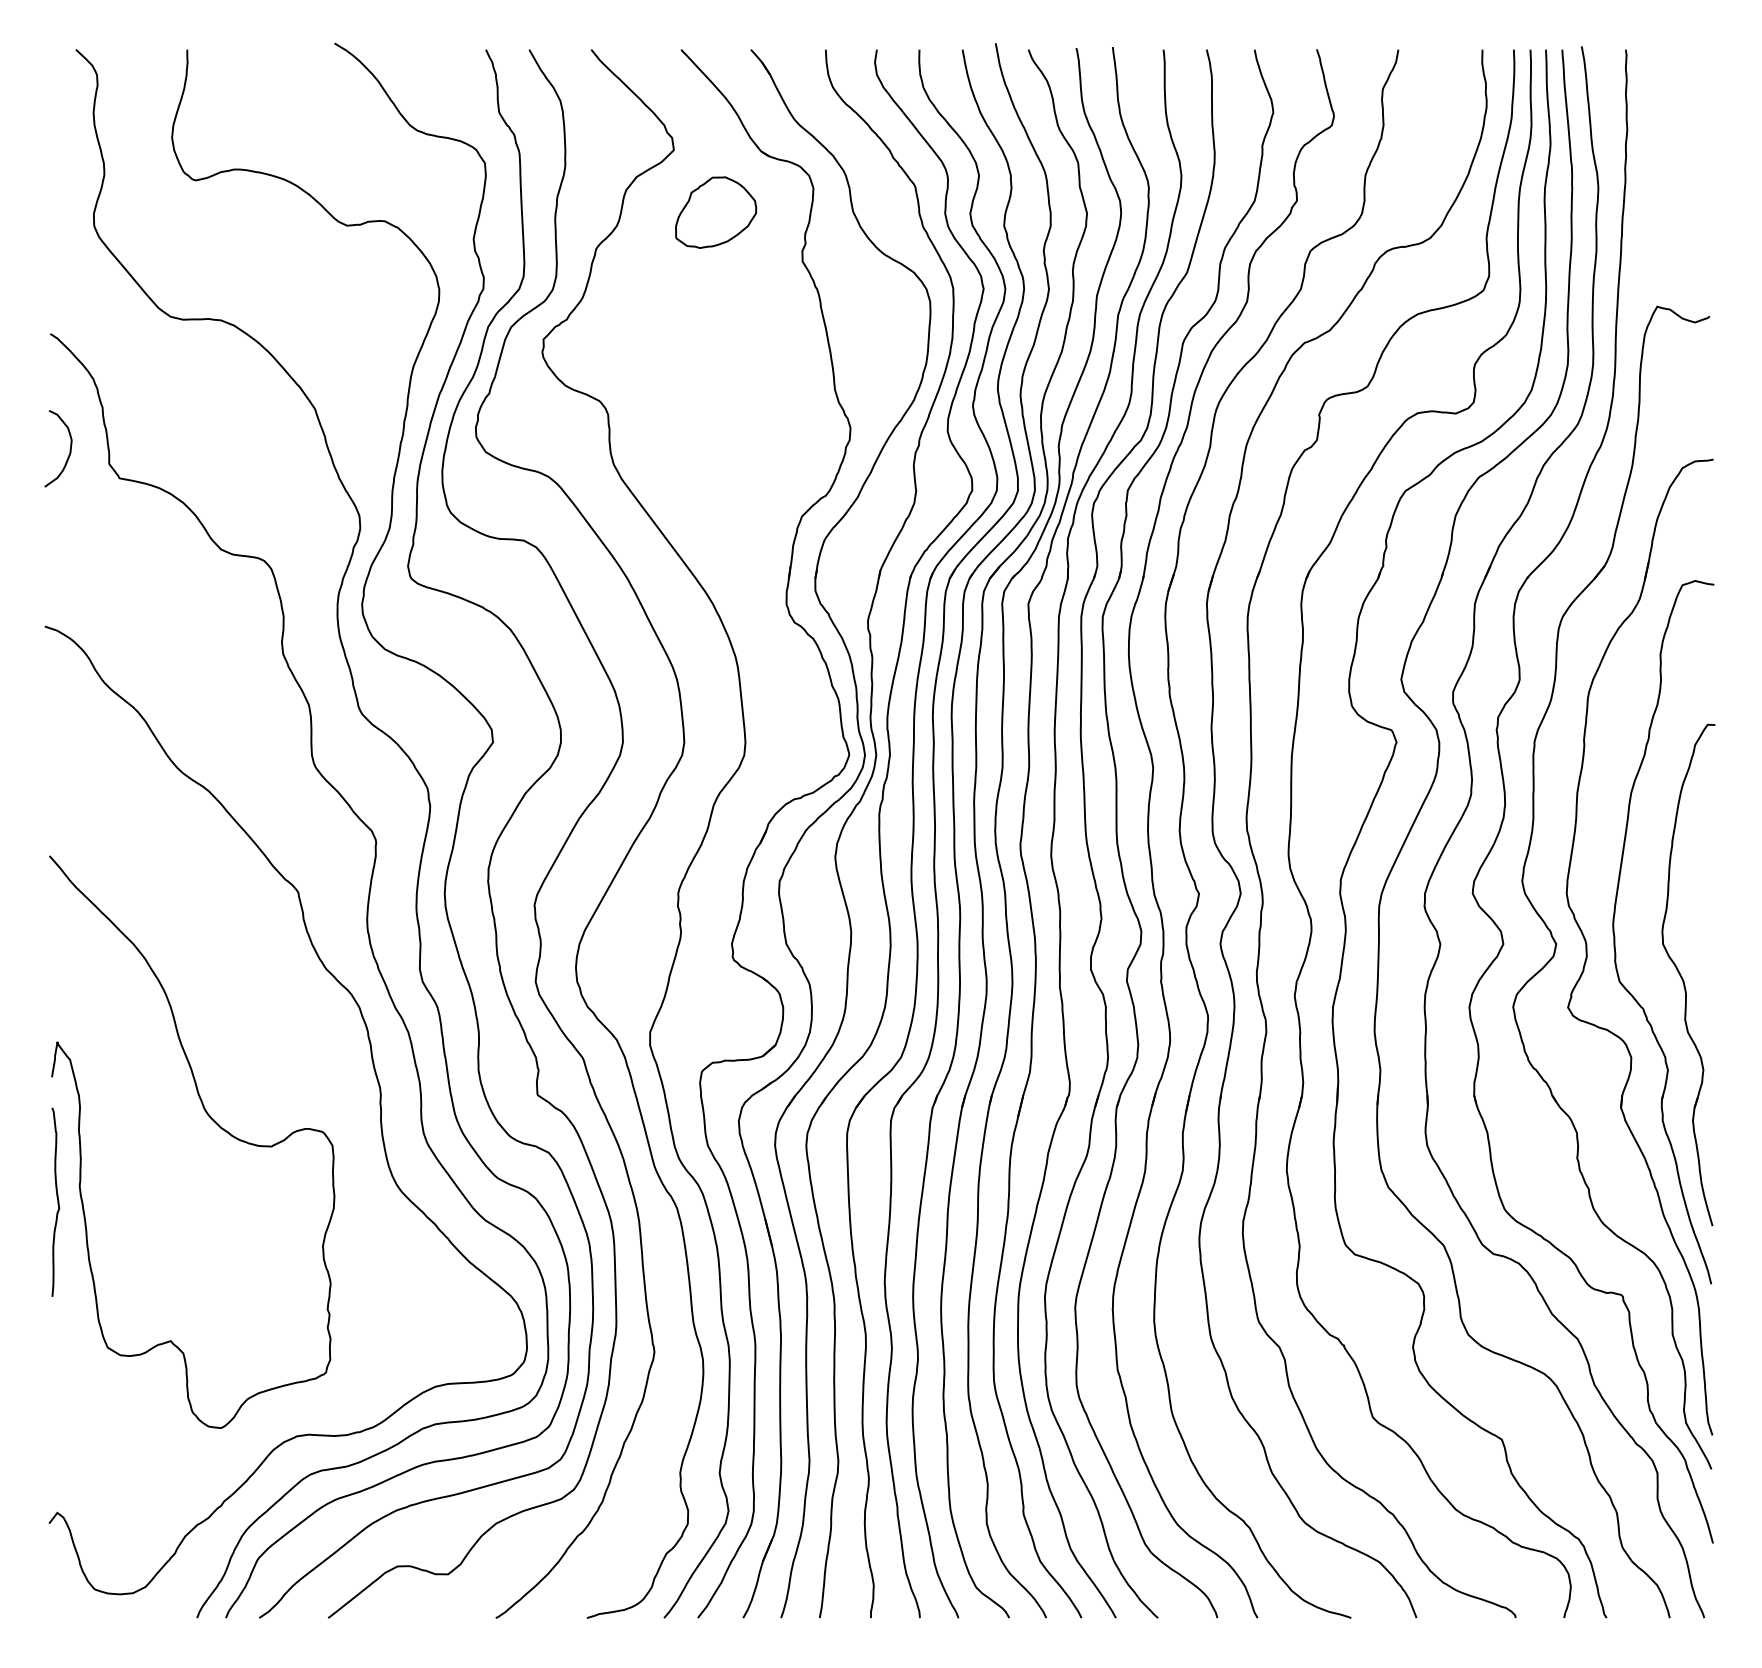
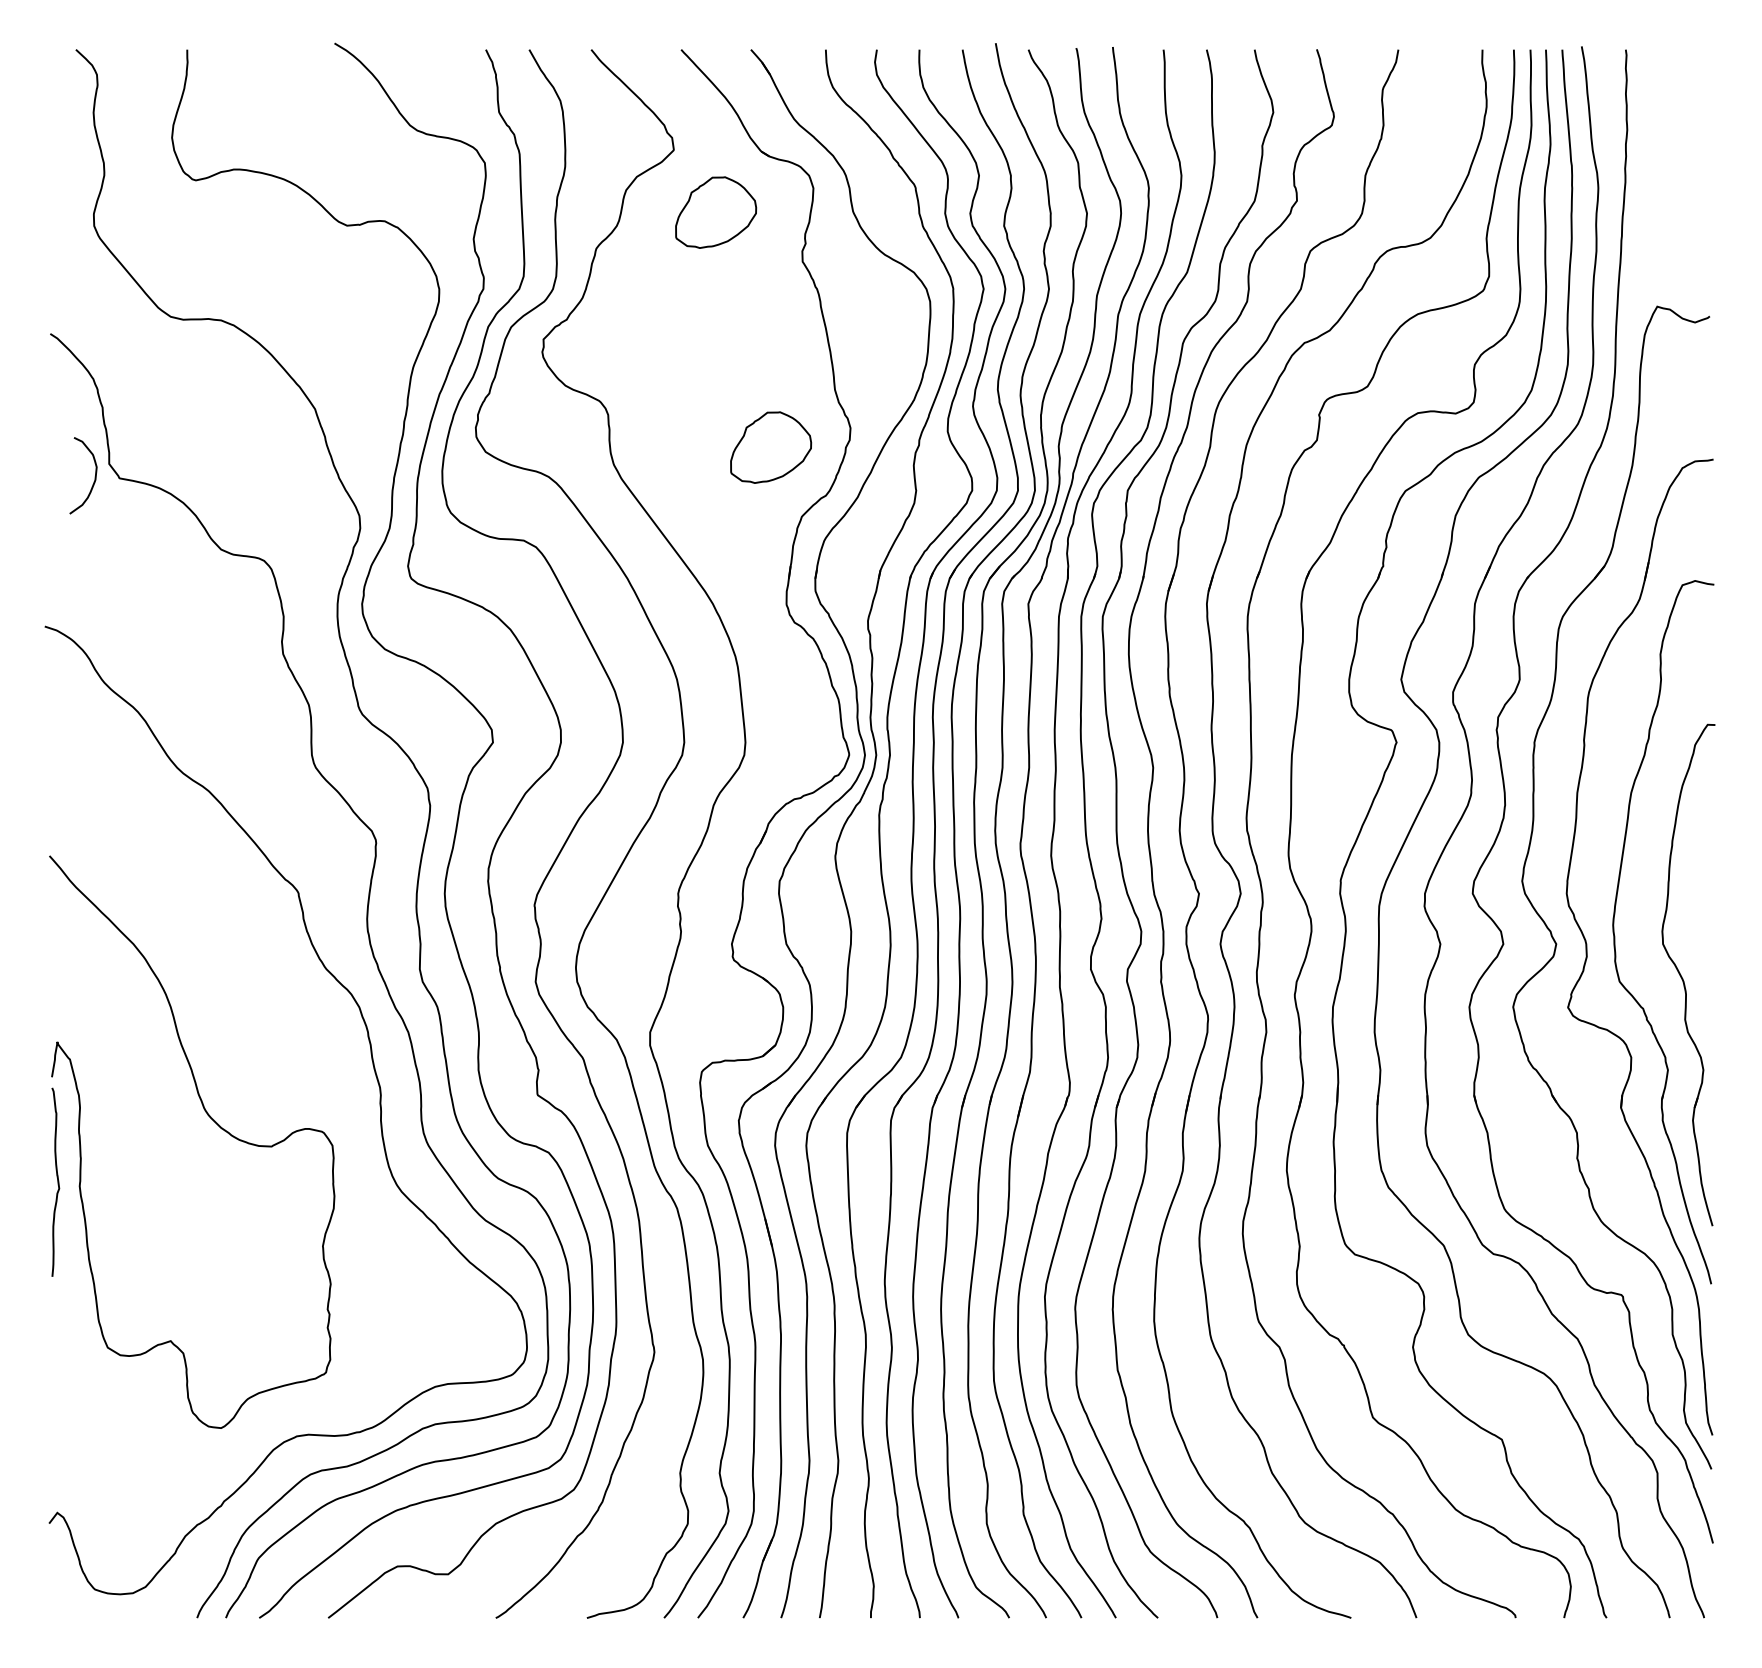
part at (771, 447): none -> present
curve at (69, 449) position: (69, 449) -> (94, 476)
curve at (57, 1201) position: (57, 1201) -> (57, 1181)
